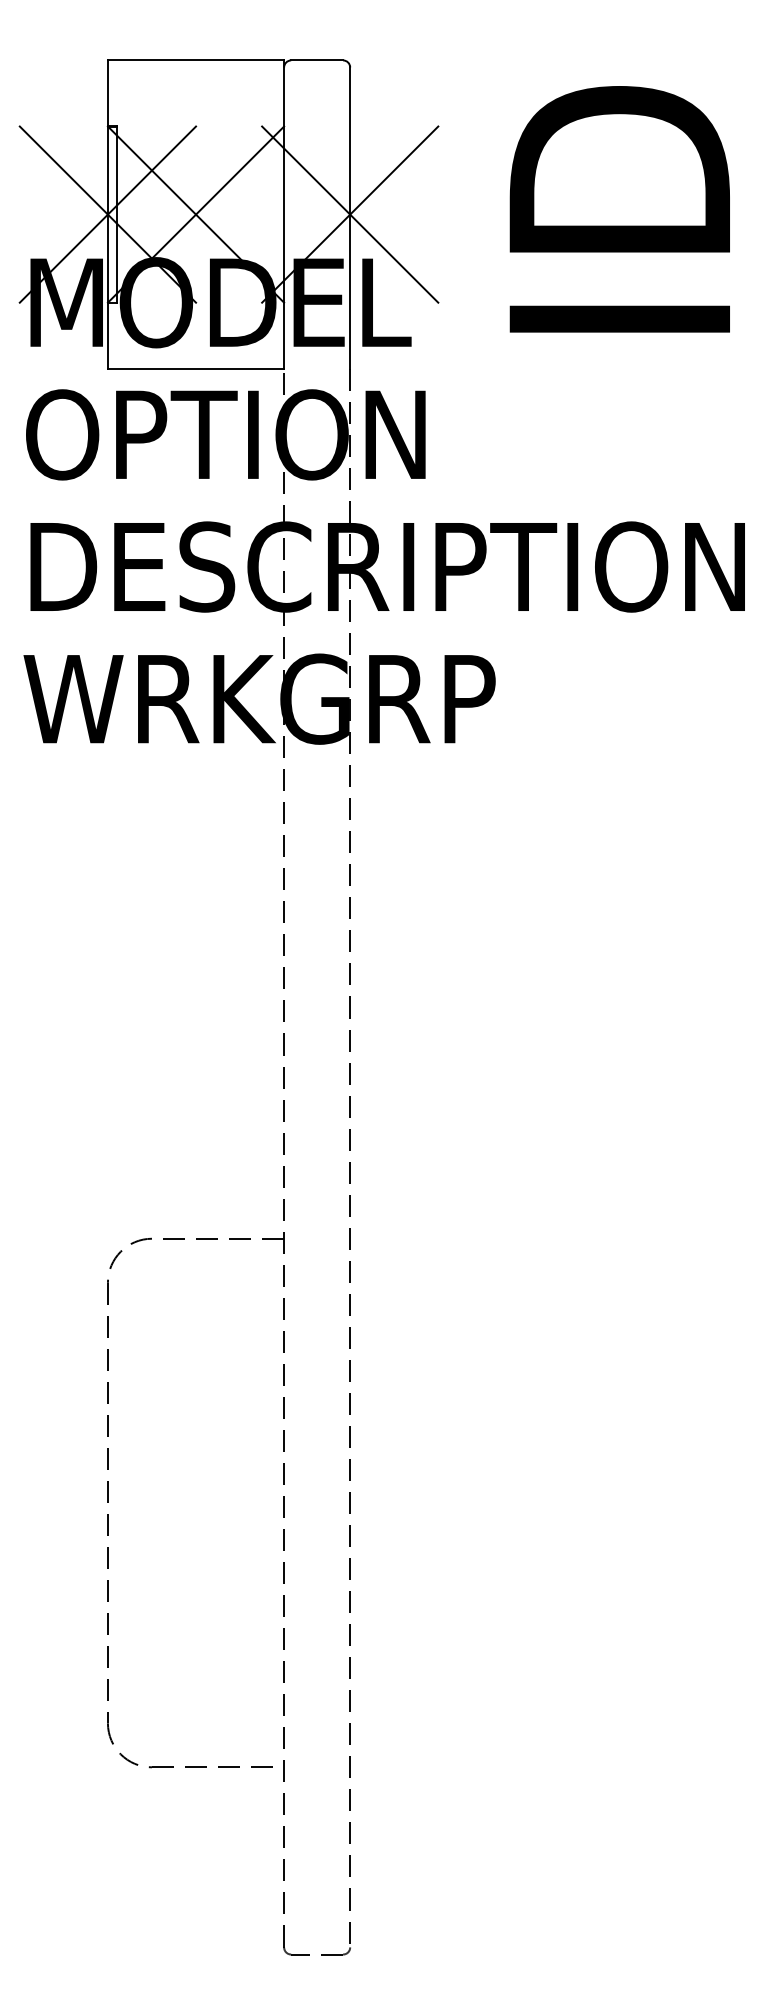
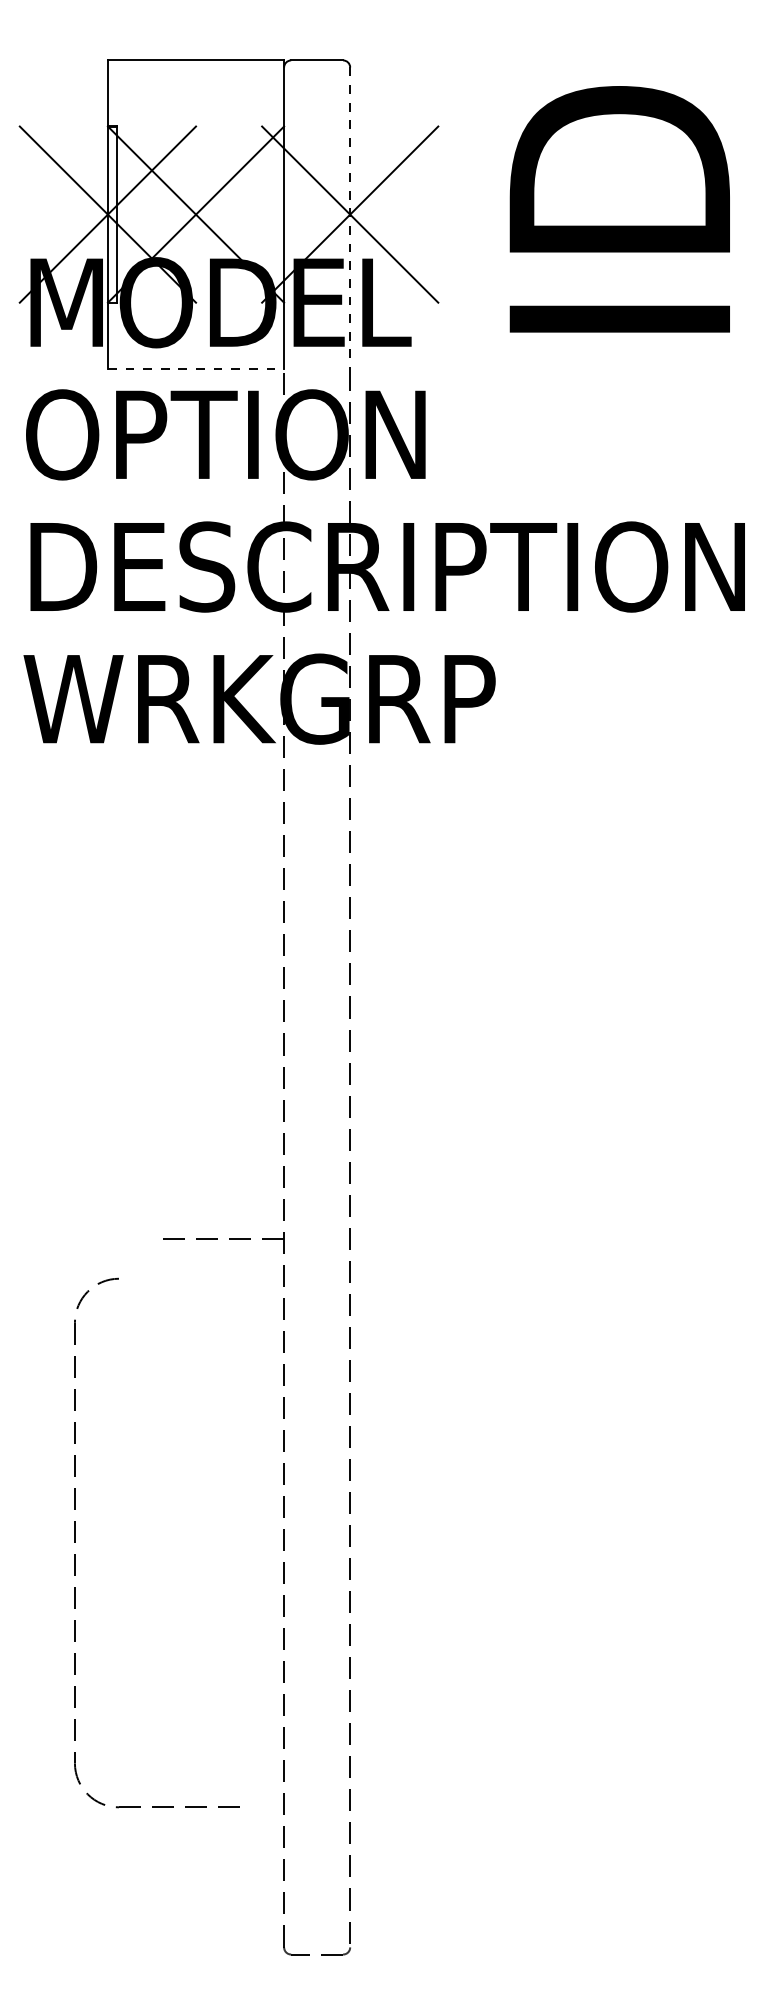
line at (350, 218): solid -> dashed
line at (196, 368): solid -> dashed
part at (108, 1502) position: (108, 1502) -> (75, 1542)
